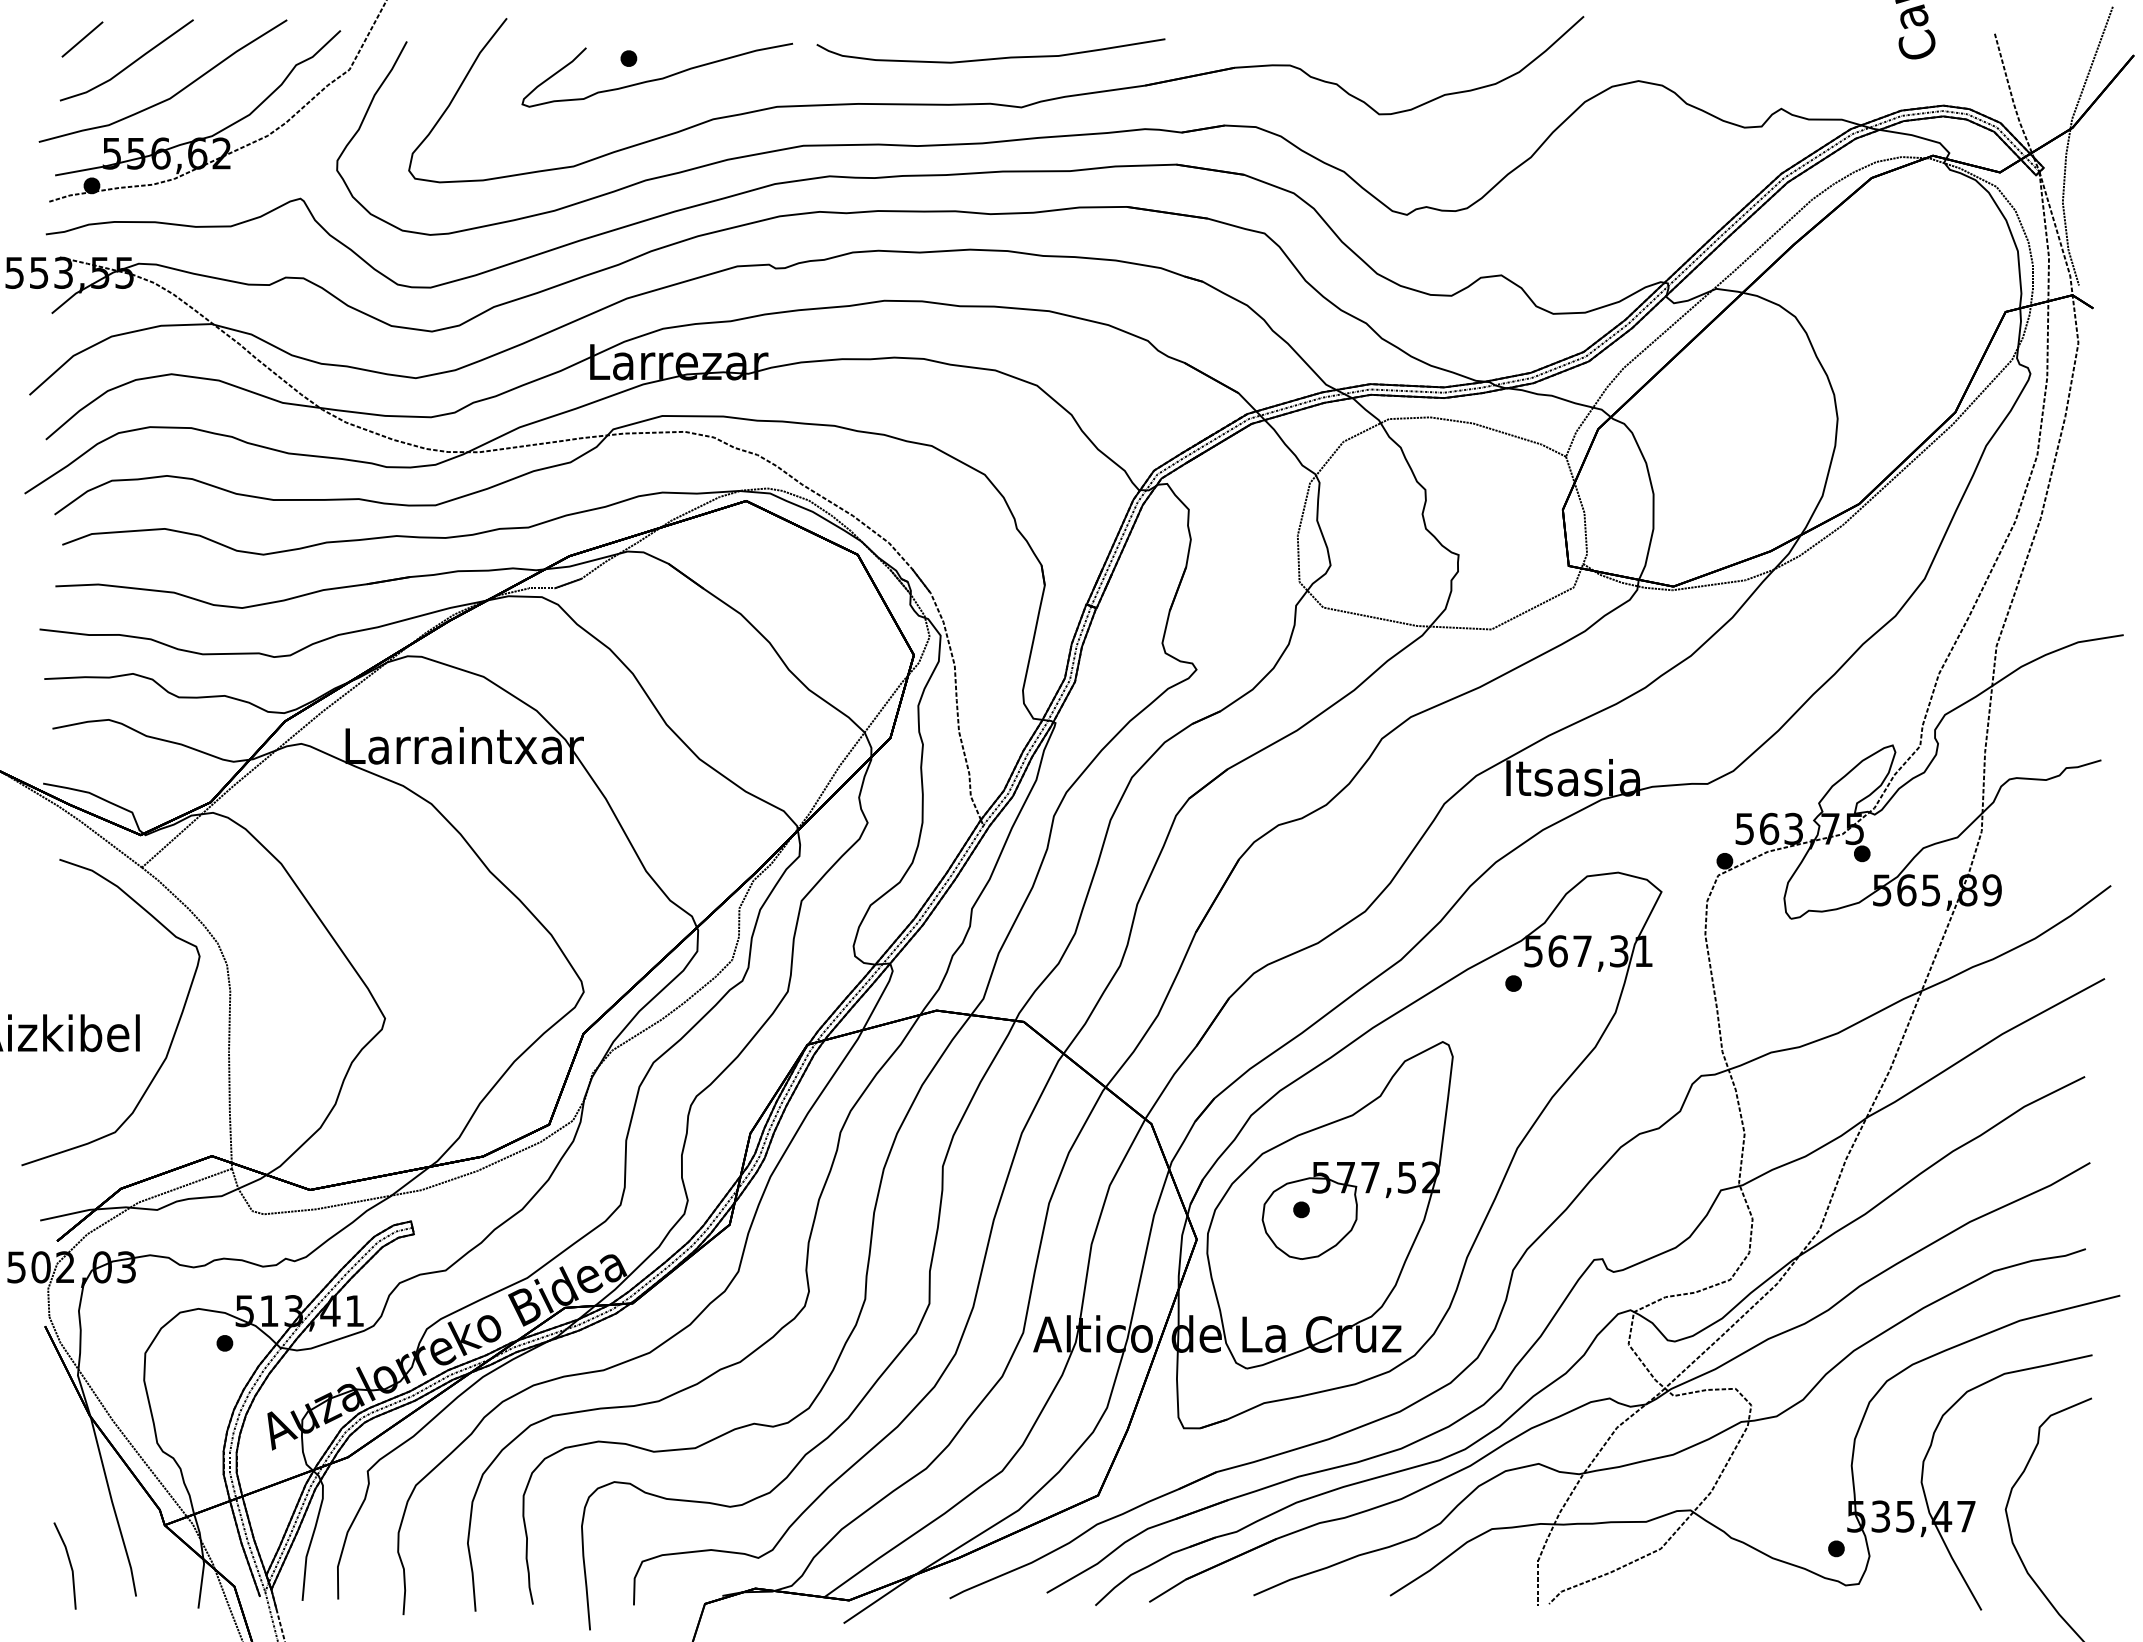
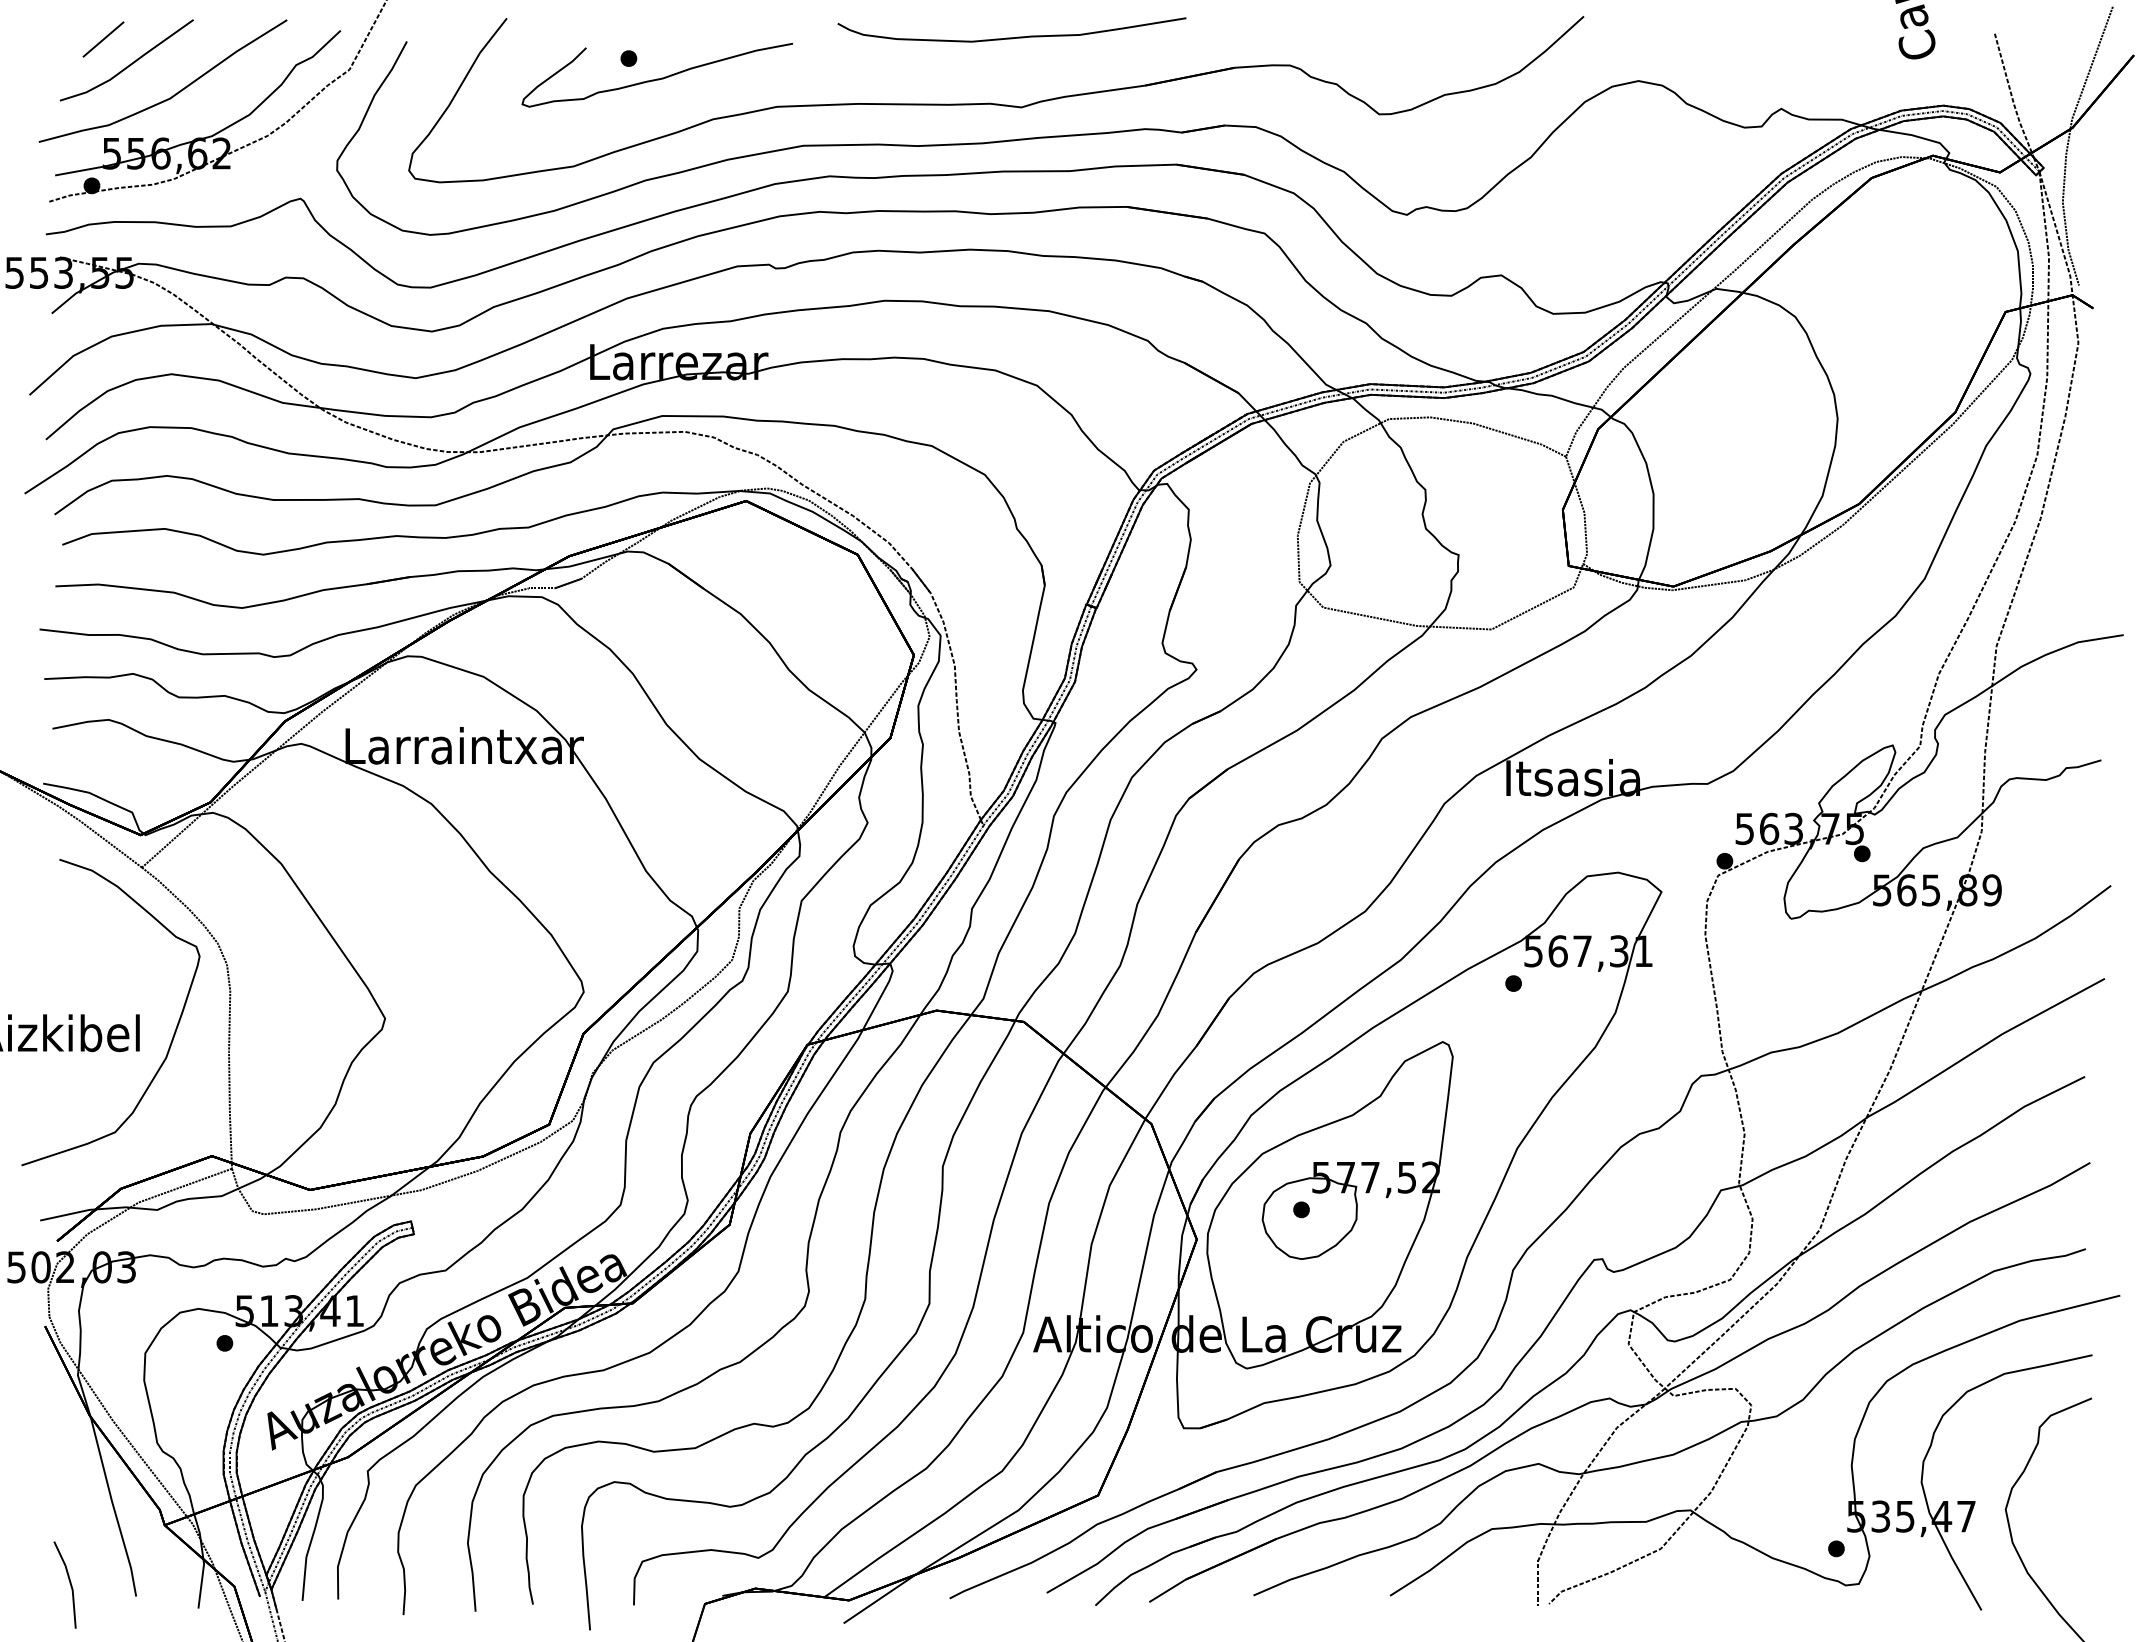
line at (82, 39) position: (82, 39) -> (103, 39)
curve at (990, 58) position: (990, 58) -> (1011, 37)
line at (69, 1564) position: (69, 1564) -> (69, 1583)
